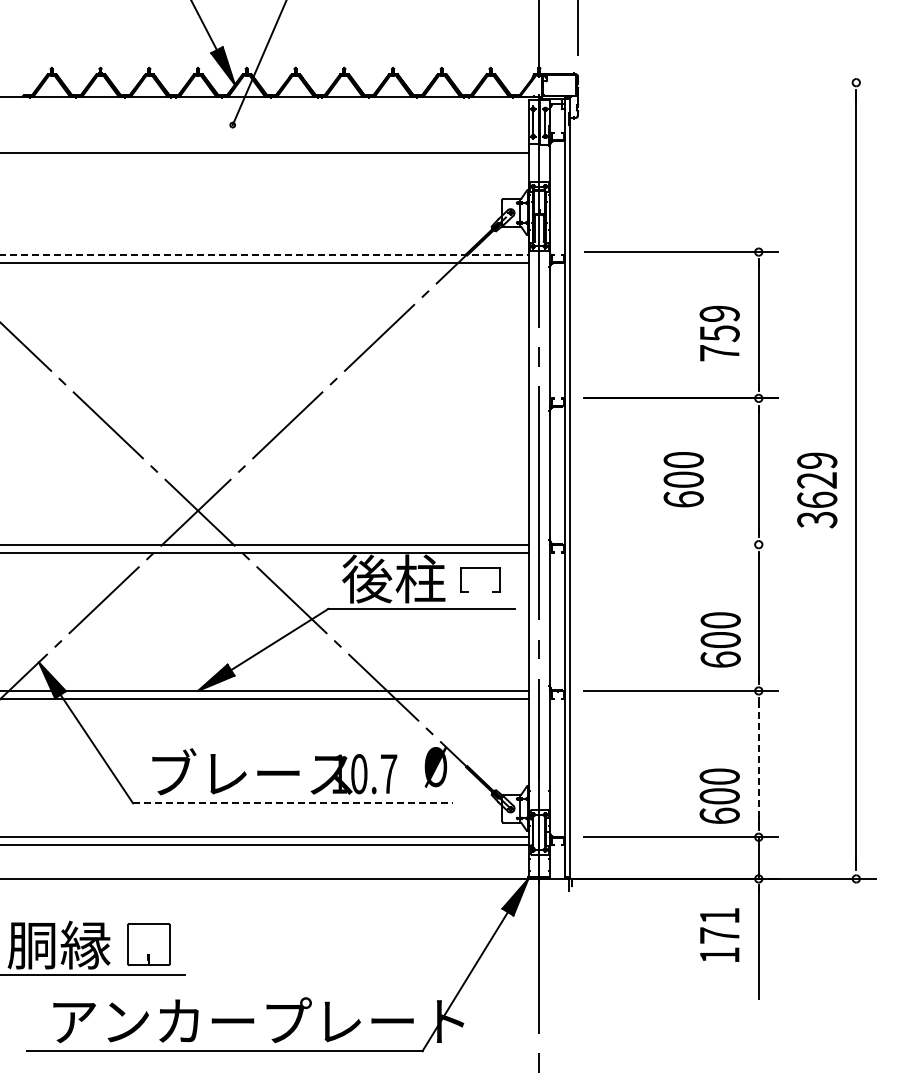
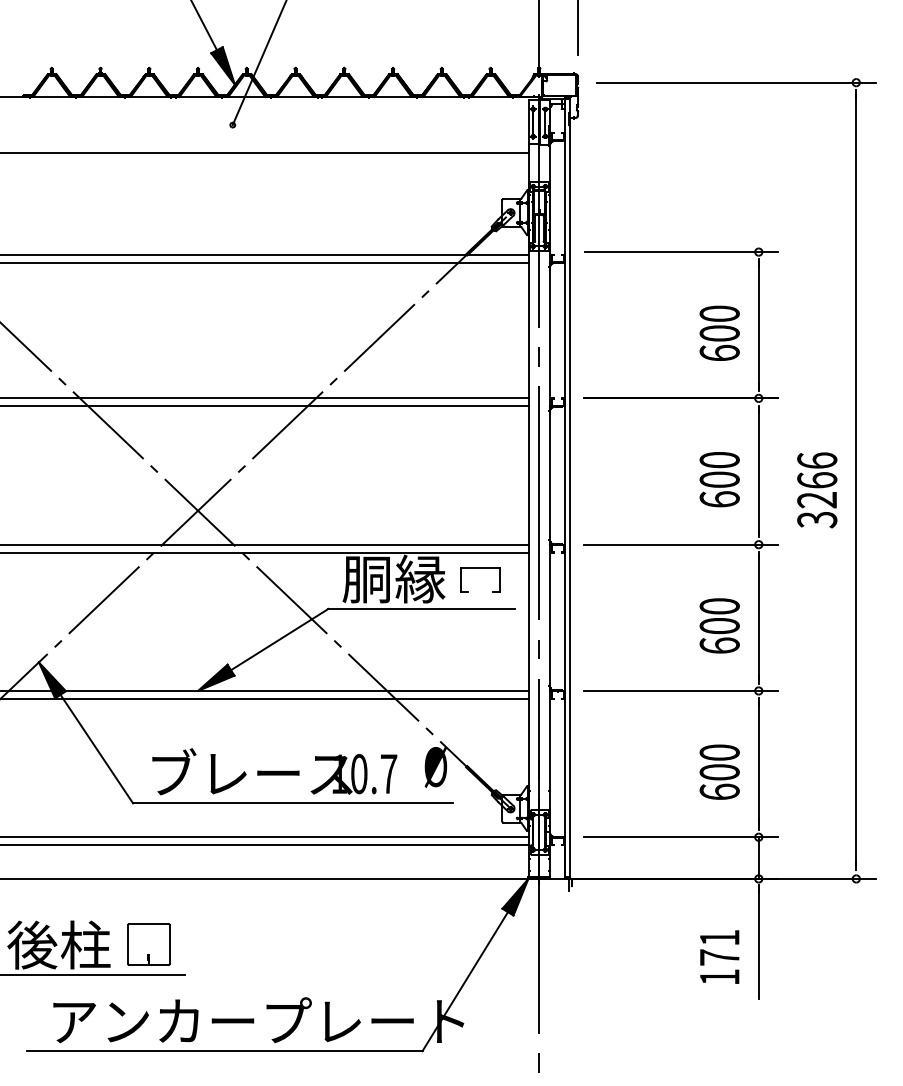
line at (736, 82): none -> present
line at (265, 254): dashed -> solid
text at (719, 333): 759 -> 600
line at (265, 398): none -> present
line at (265, 406): none -> present
text at (683, 479) position: (683, 479) -> (719, 479)
text at (817, 480): 3629 -> 3266
line at (680, 544): none -> present
text at (393, 578): 後柱 -> 胴縁
text at (720, 639) position: (720, 639) -> (719, 625)
line at (758, 764): dashed -> solid
text at (719, 795) position: (719, 795) -> (719, 771)
line at (293, 803): dashed -> solid
text at (719, 934) position: (719, 934) -> (719, 956)
text at (58, 944): 胴縁 -> 後柱
